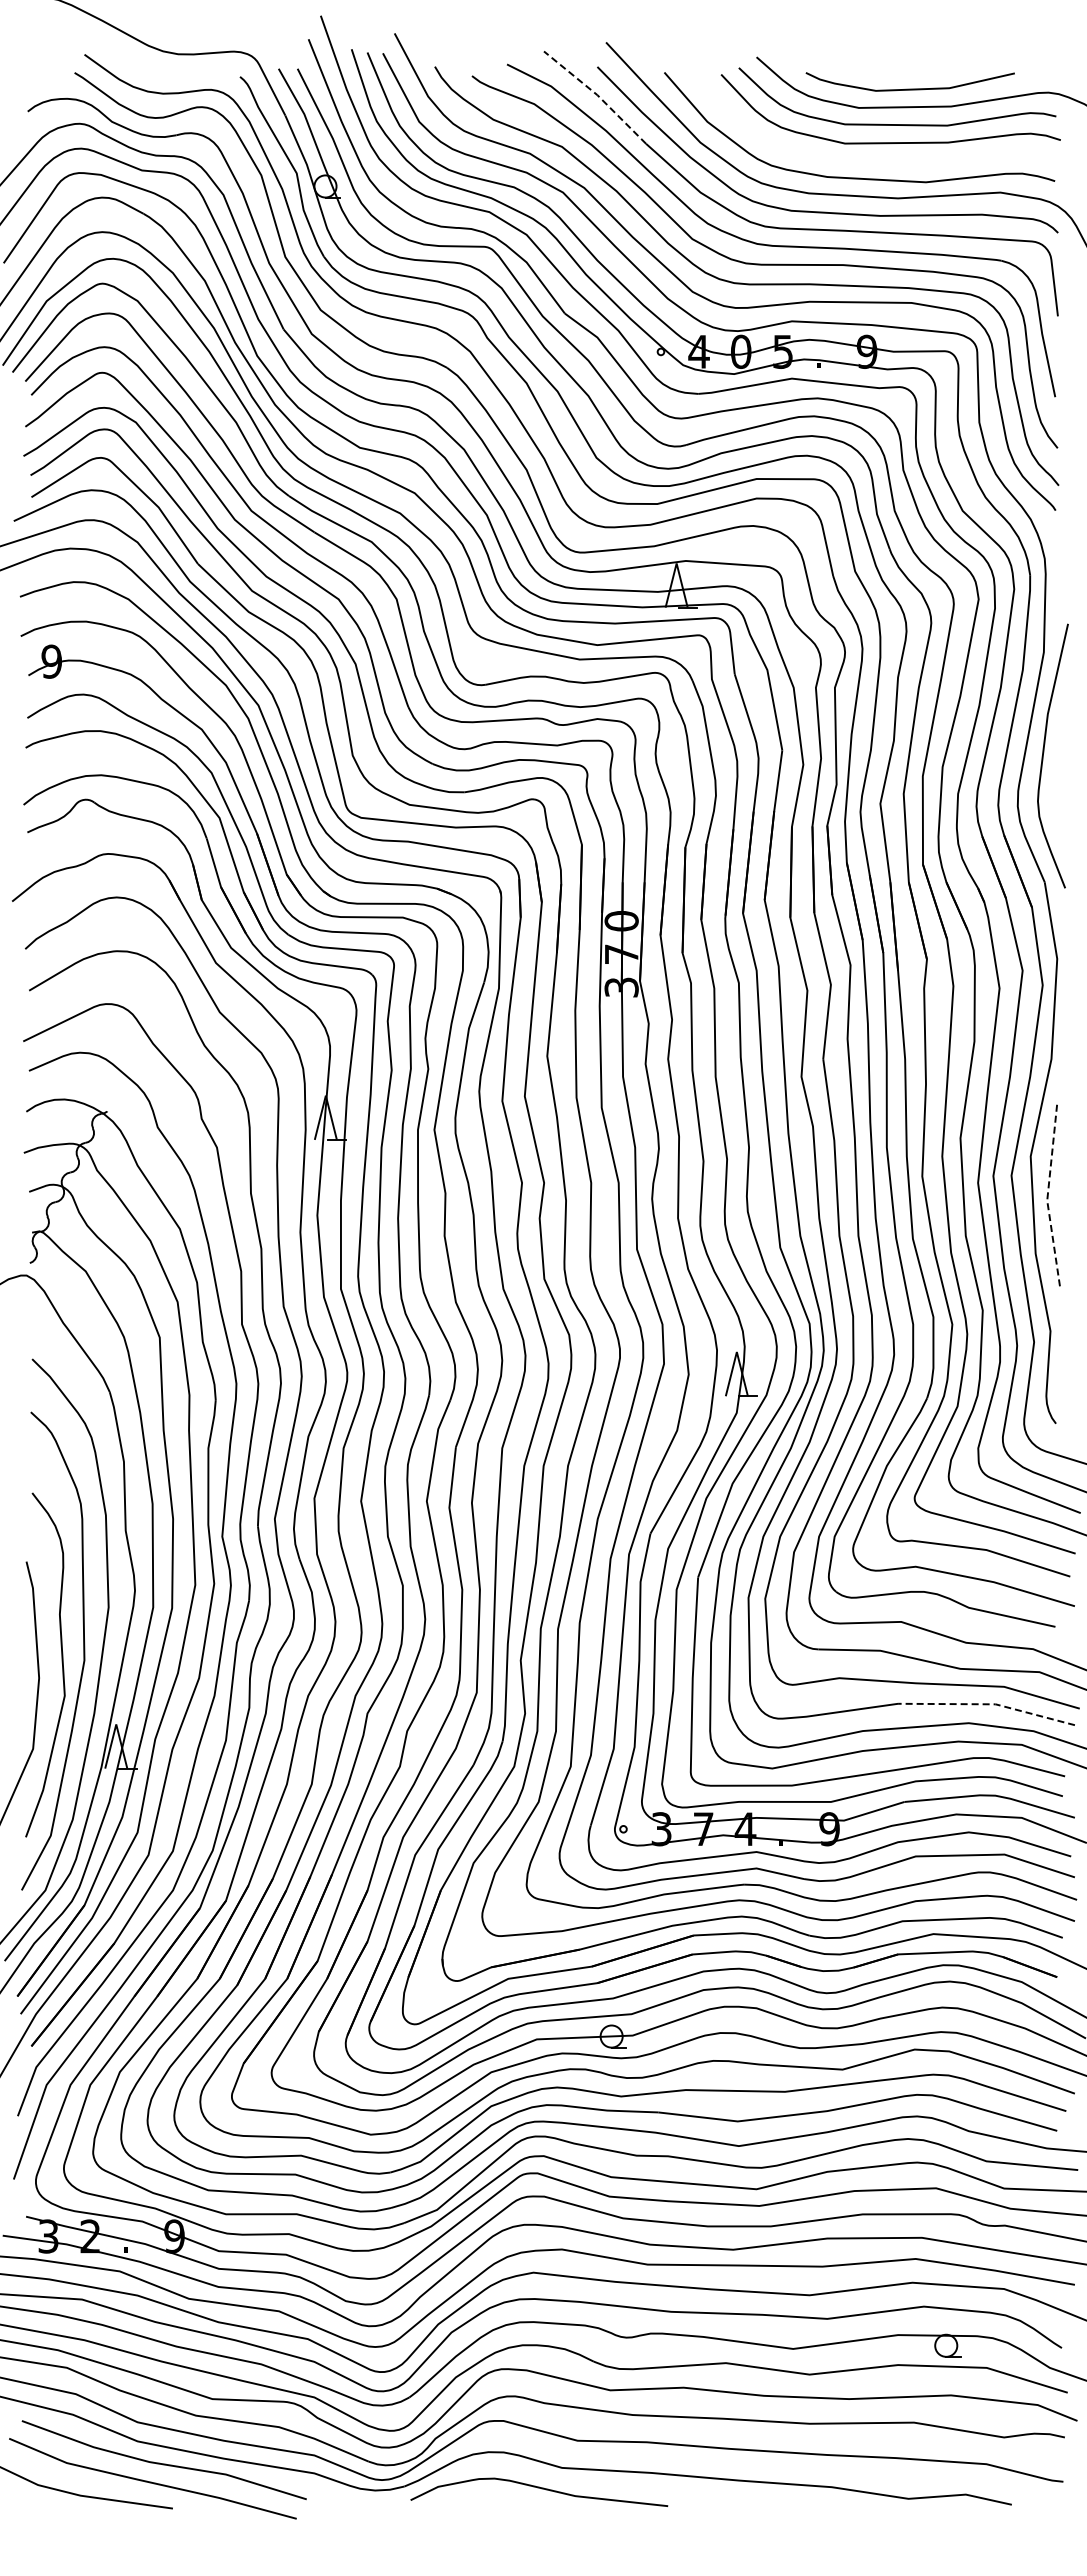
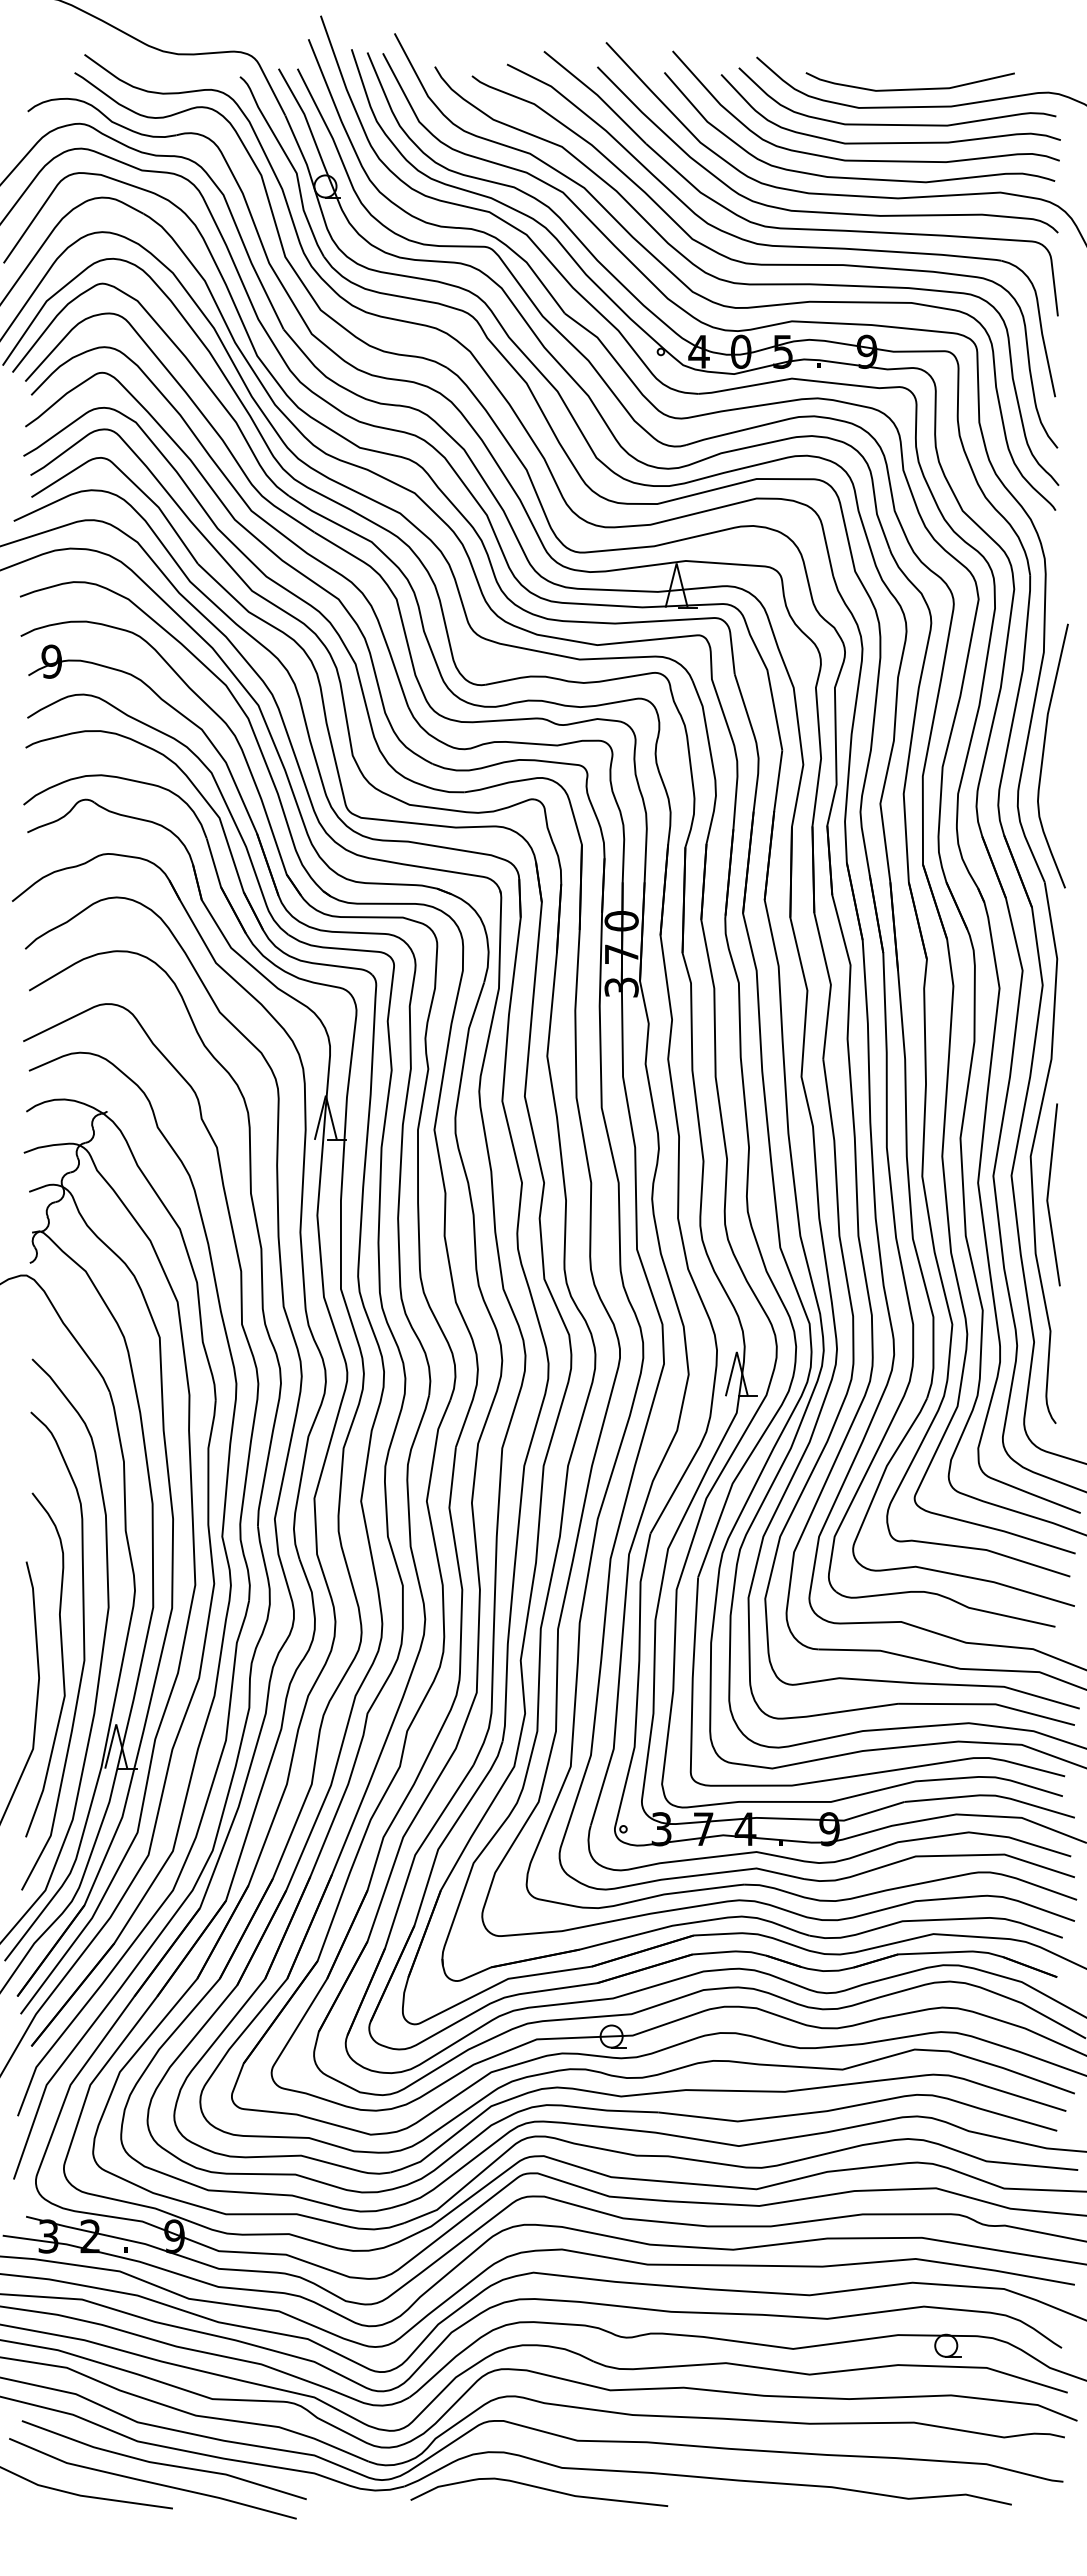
line at (597, 95): dashed -> solid
curve at (861, 159): none -> present
line at (1047, 1195): dashed -> solid
line at (987, 1704): dashed -> solid
